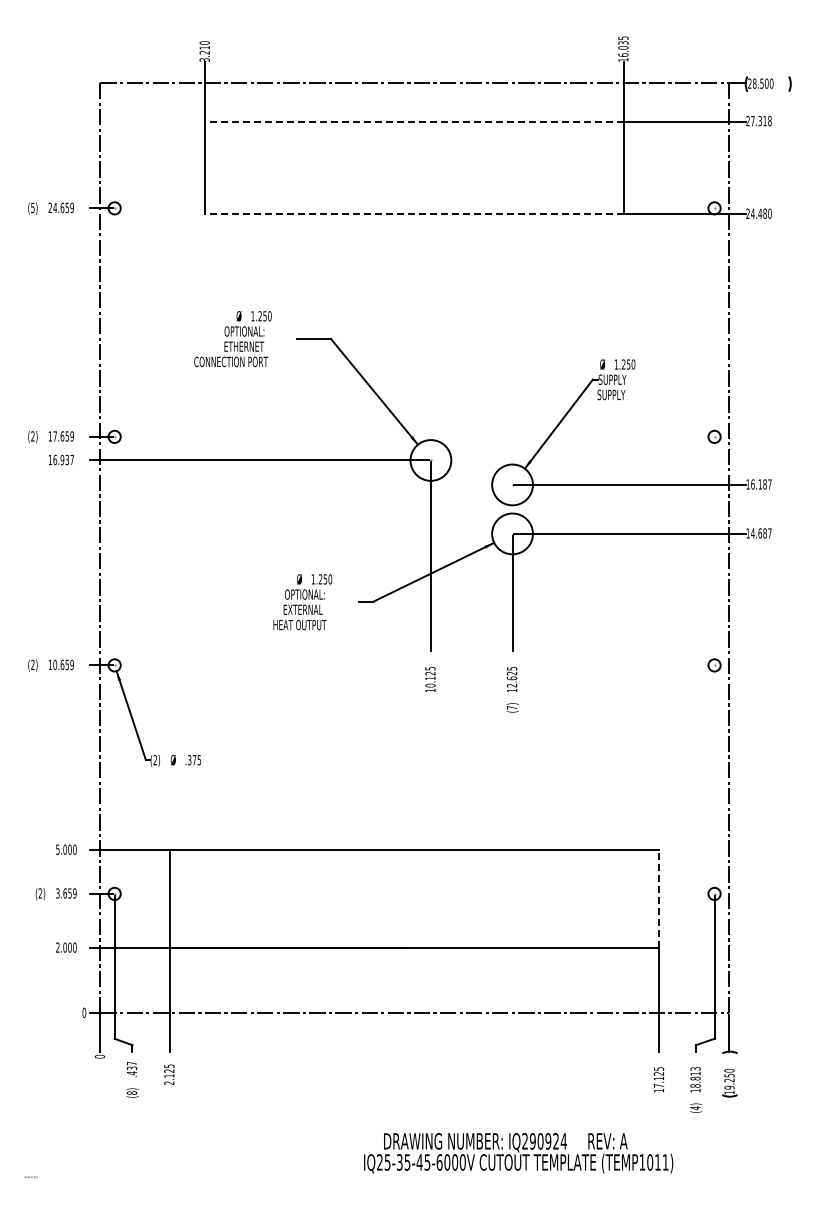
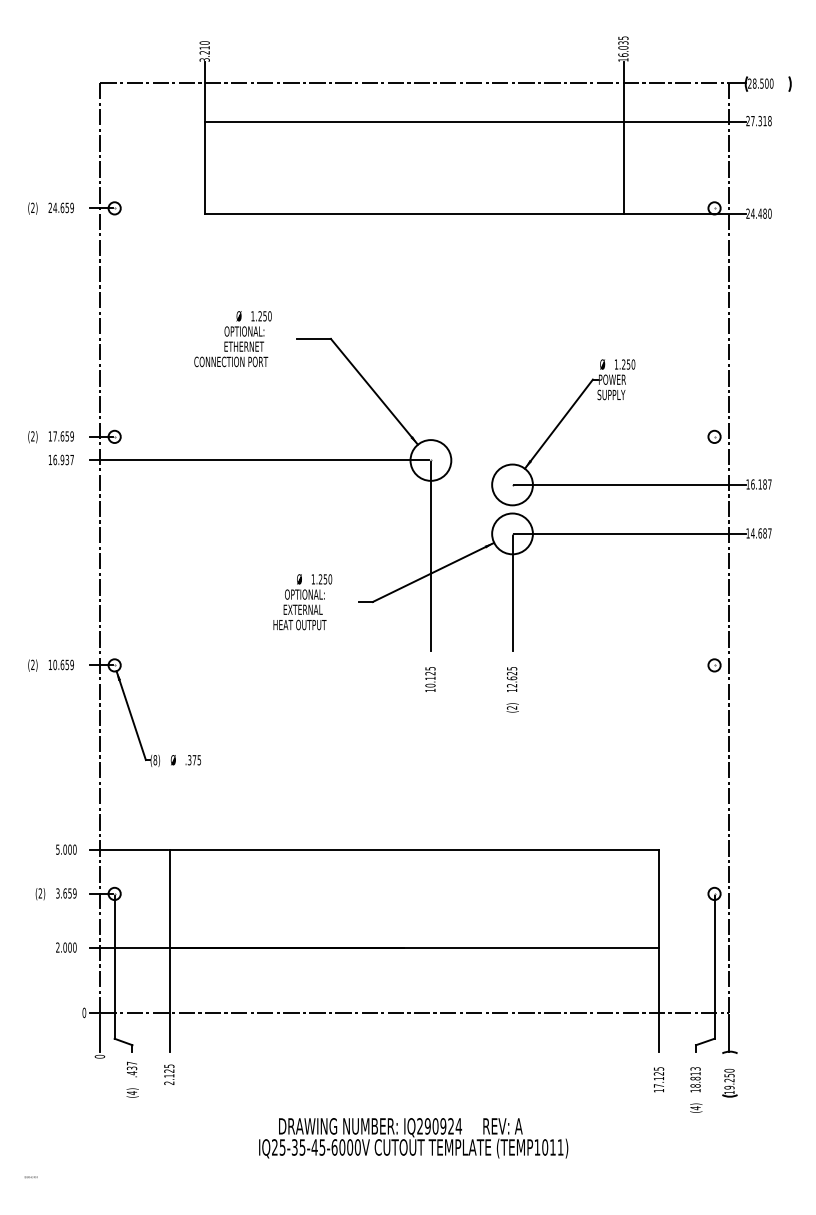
line at (414, 121): dashed -> solid
text at (32, 207): (5) -> (2)
line at (414, 214): dashed -> solid
text at (612, 379): SUPPLY -> POWER
text at (511, 707): (7) -> (2)
text at (155, 760): (2) -> (8)
line at (659, 899): dashed -> solid
text at (131, 1093): (8) -> (4)
text at (518, 1153) position: (518, 1153) -> (413, 1138)
